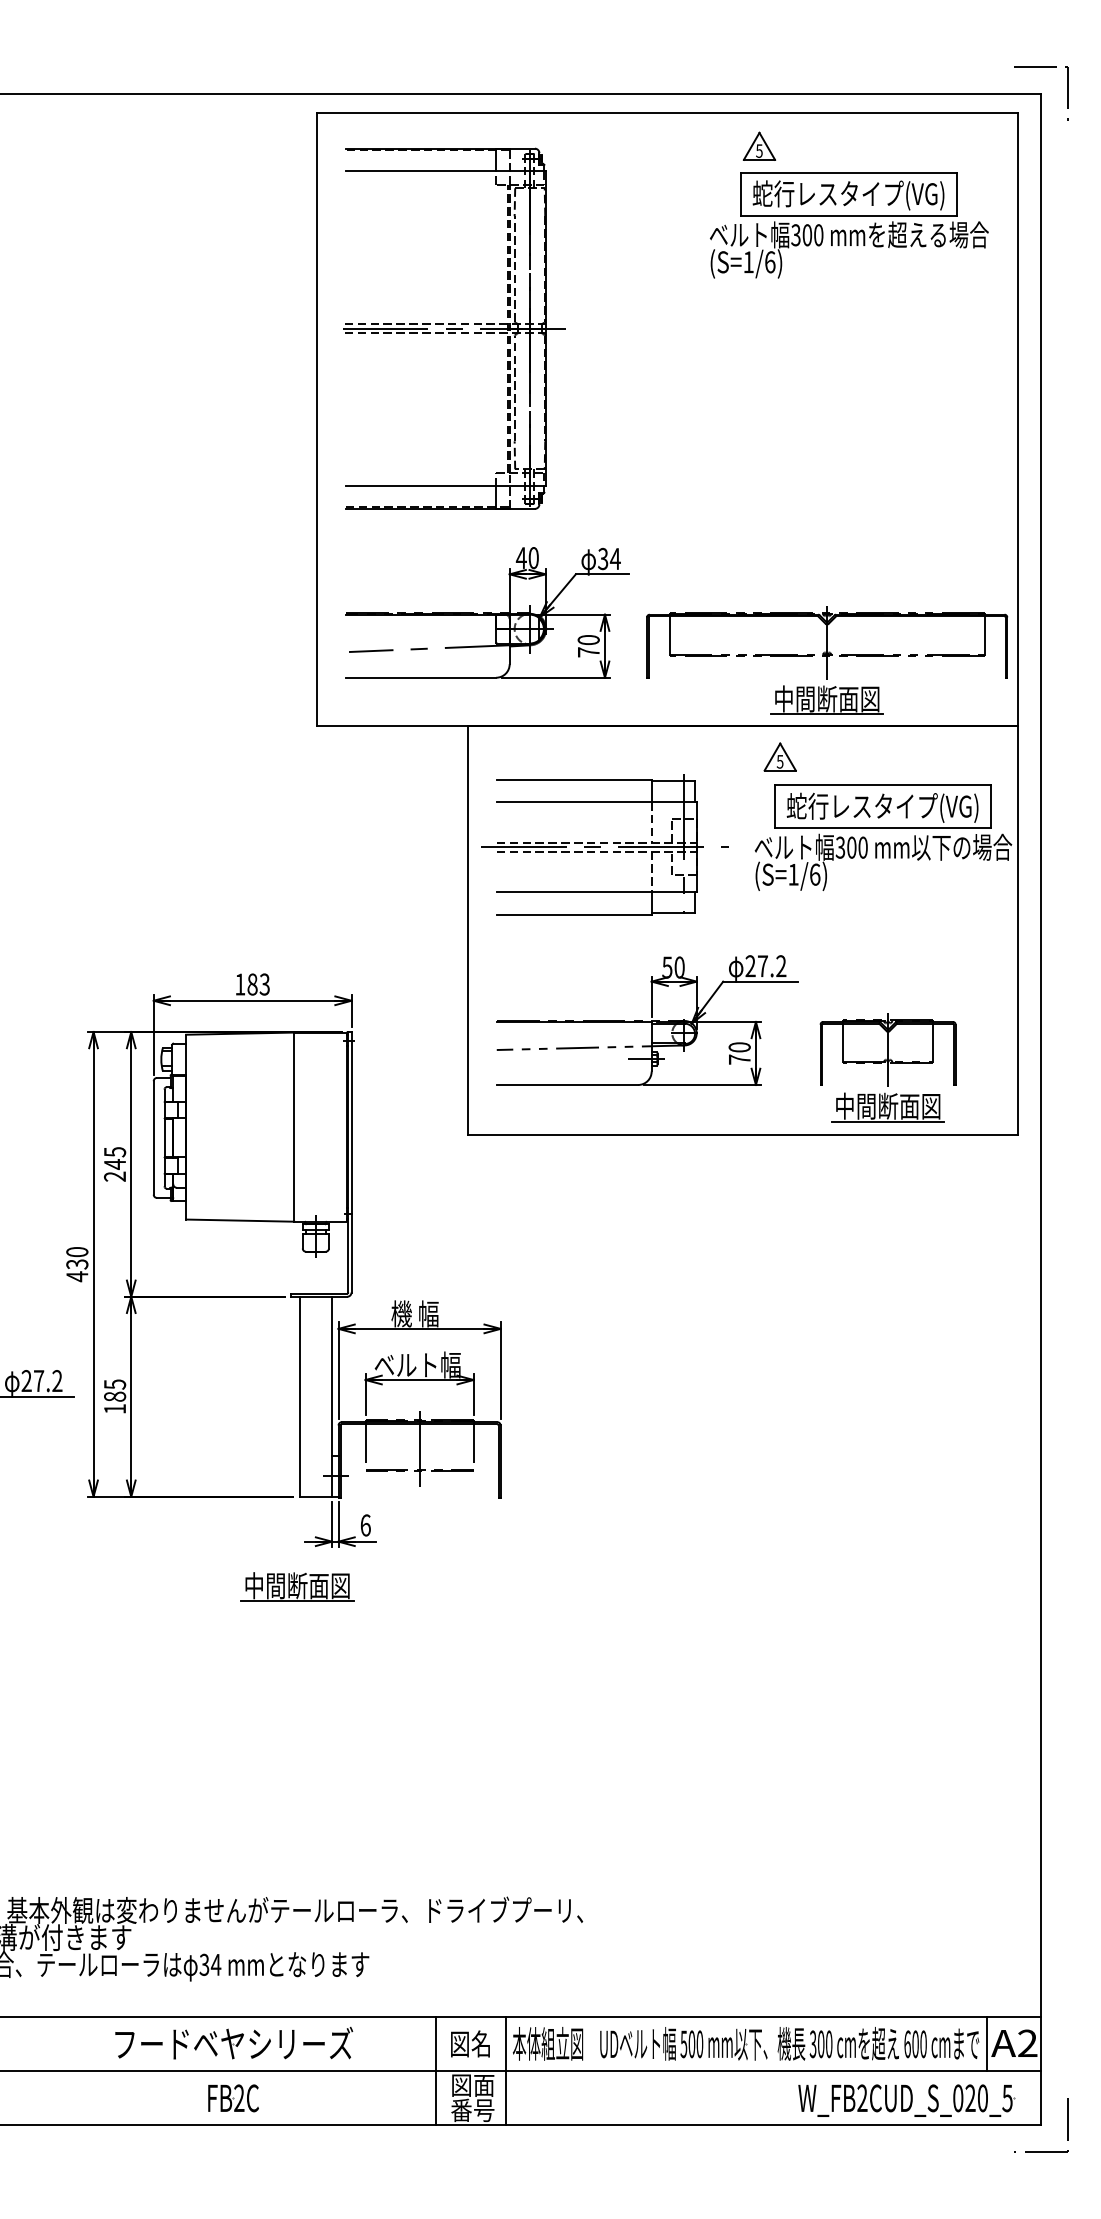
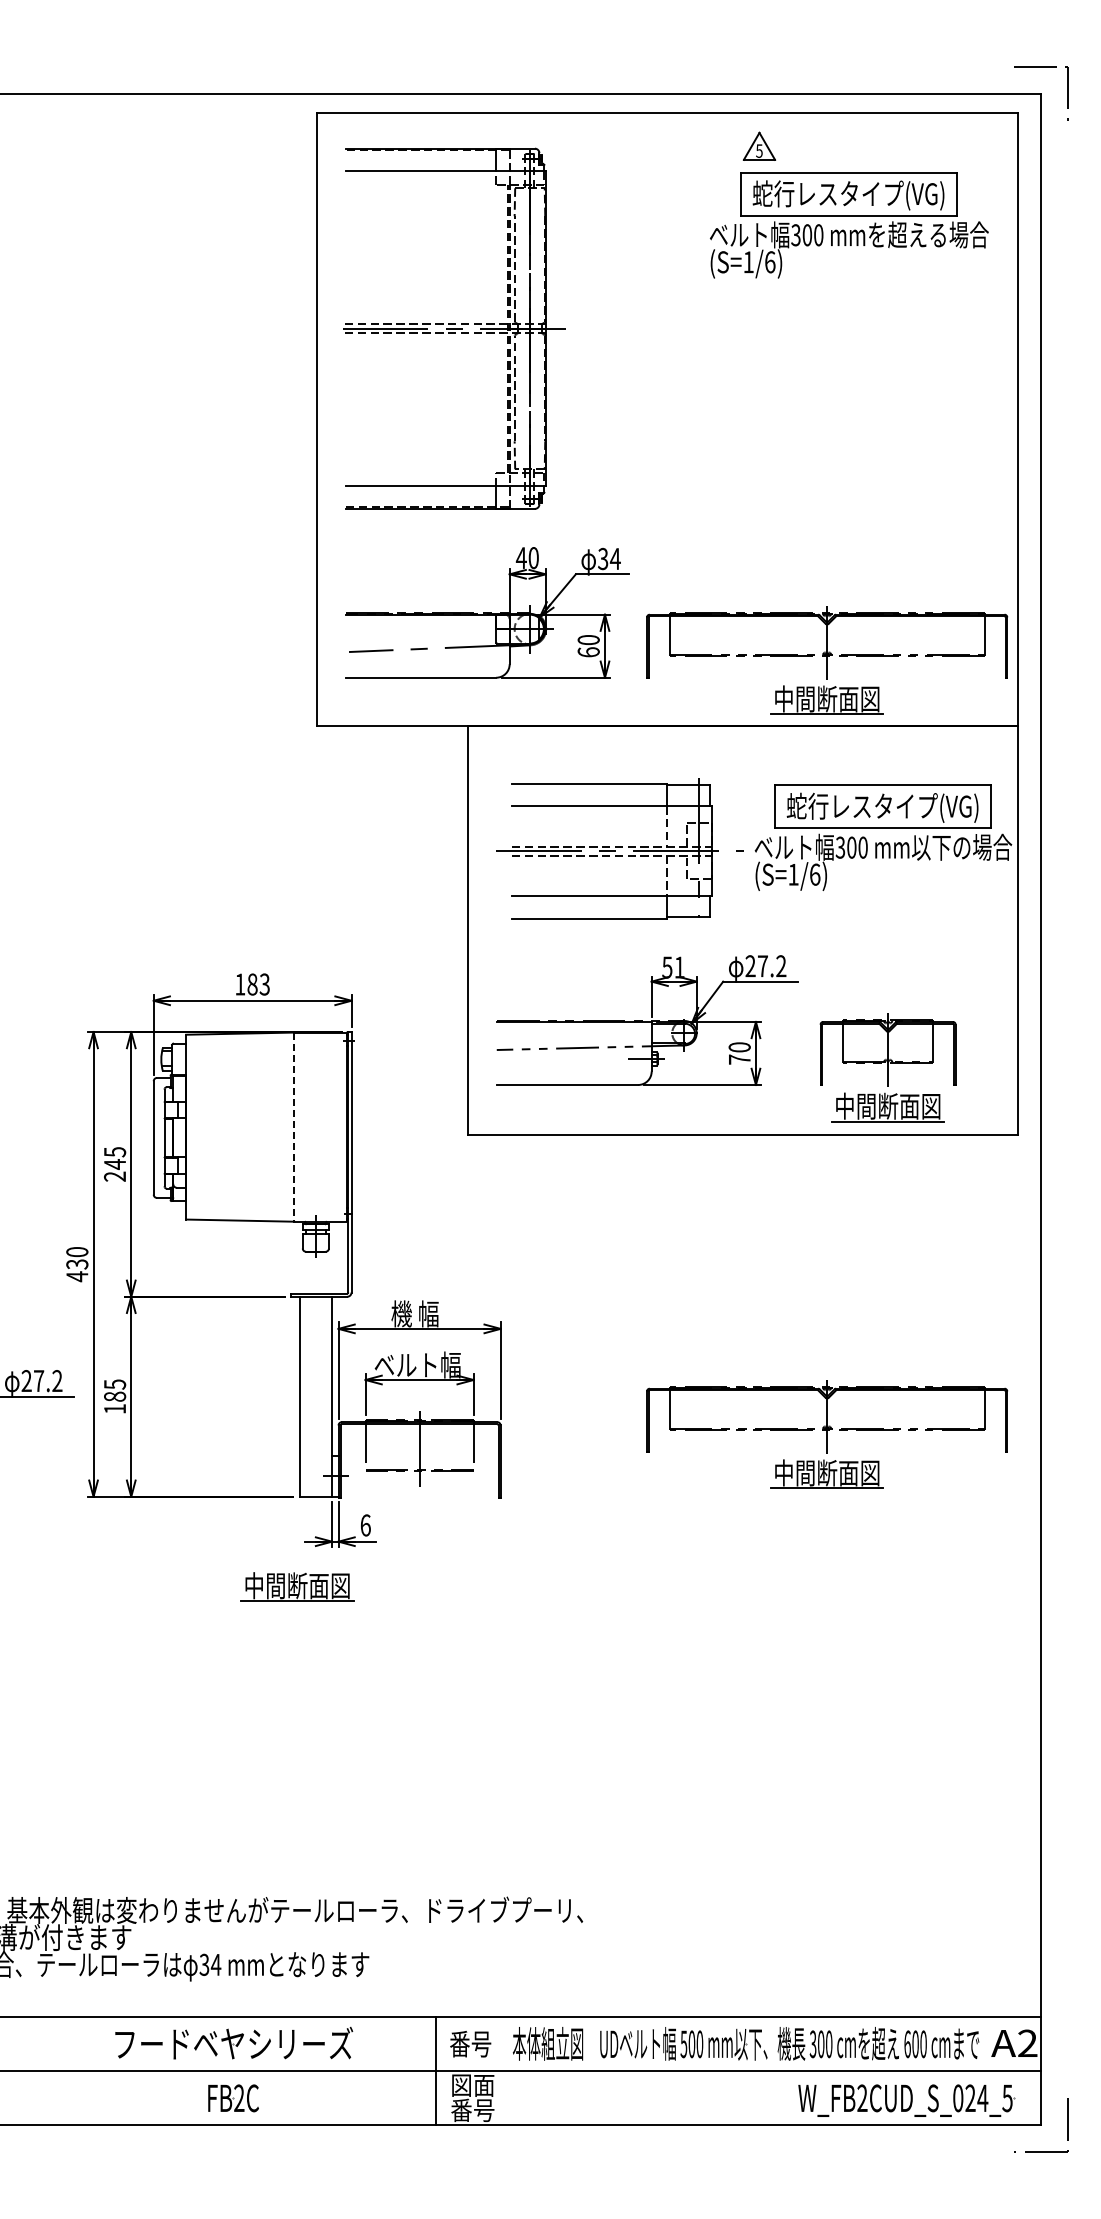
text at (588, 652): 70 -> 60
part at (779, 756): present -> none
part at (604, 844) position: (604, 844) -> (619, 848)
text at (679, 967): 50 -> 51
line at (294, 1127): solid -> dashed
part at (827, 1434): none -> present
text at (470, 2043): 図名 -> 番号
line at (986, 2044): present -> none
line at (505, 2071): present -> none
text at (982, 2098): W_FB2CUD_S_020_5 -> W_FB2CUD_S_024_5
